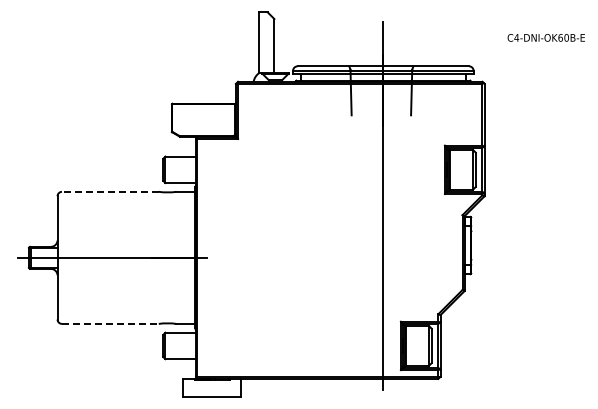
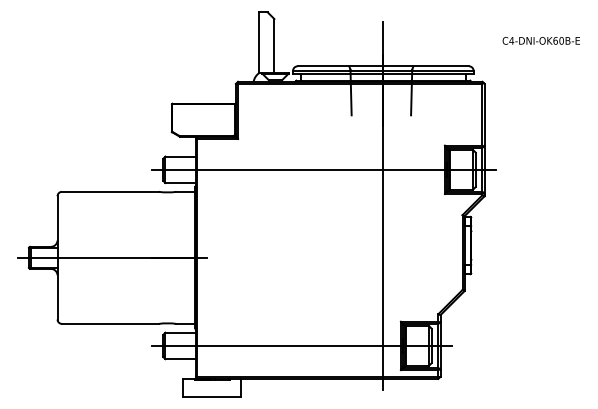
text at (545, 37) position: (545, 37) -> (540, 40)
line at (323, 169): none -> present
line at (109, 191): dashed -> solid
line at (110, 323): dashed -> solid
line at (301, 345): none -> present
